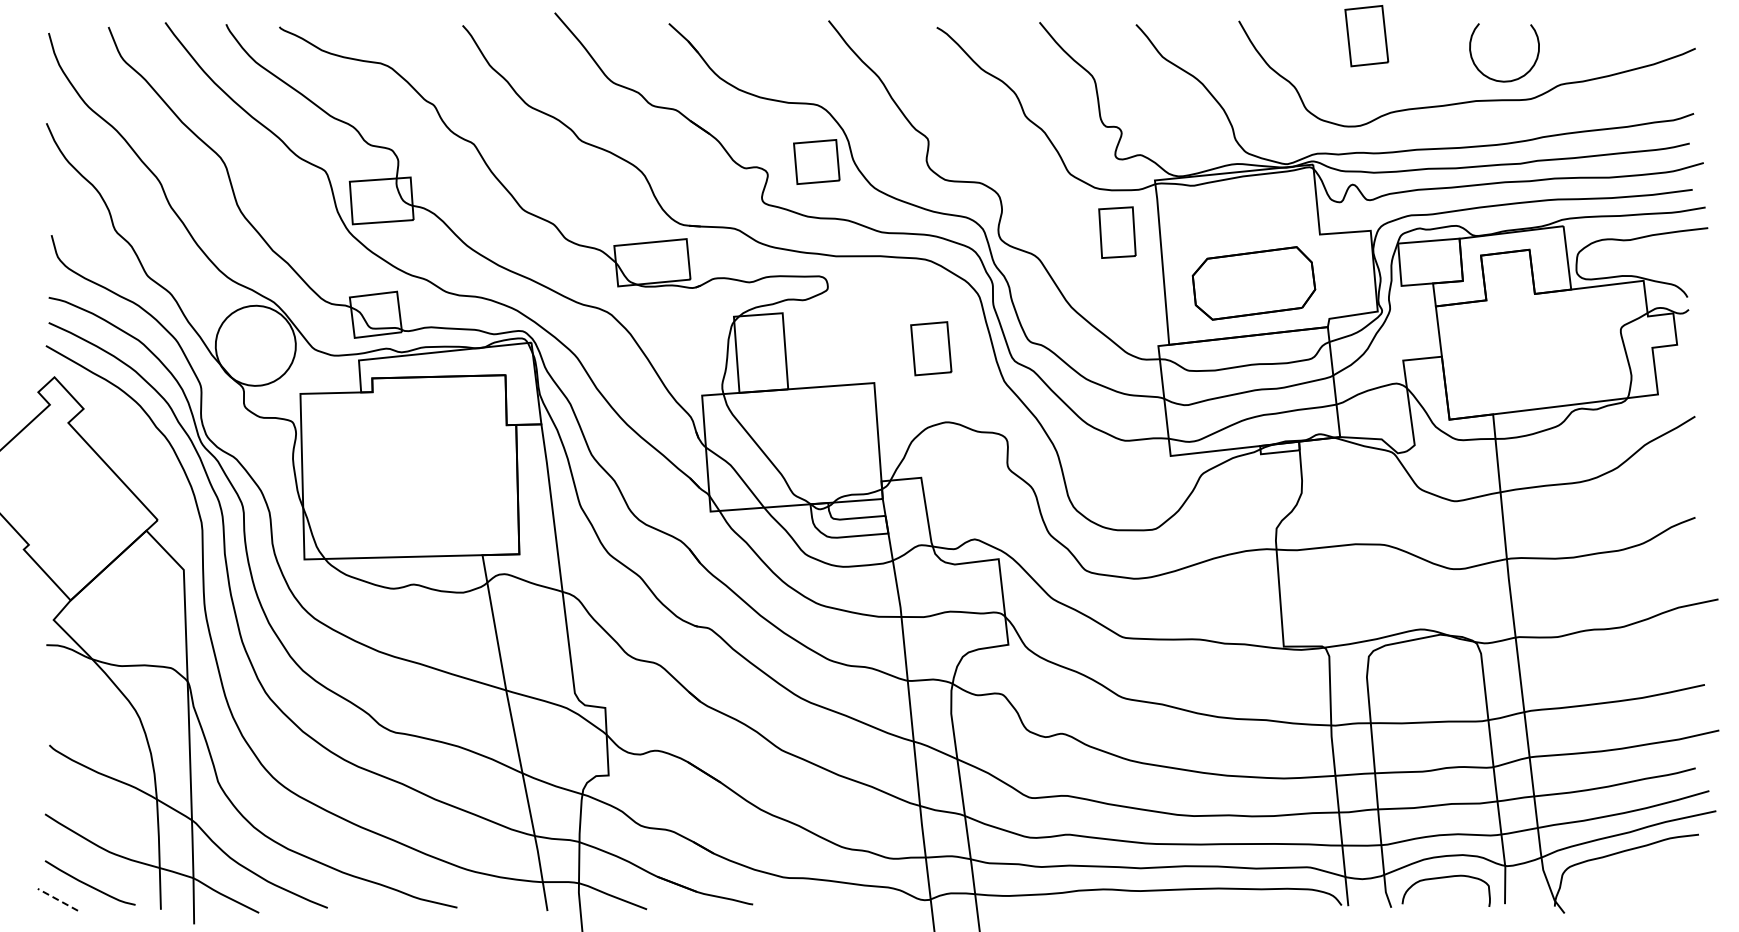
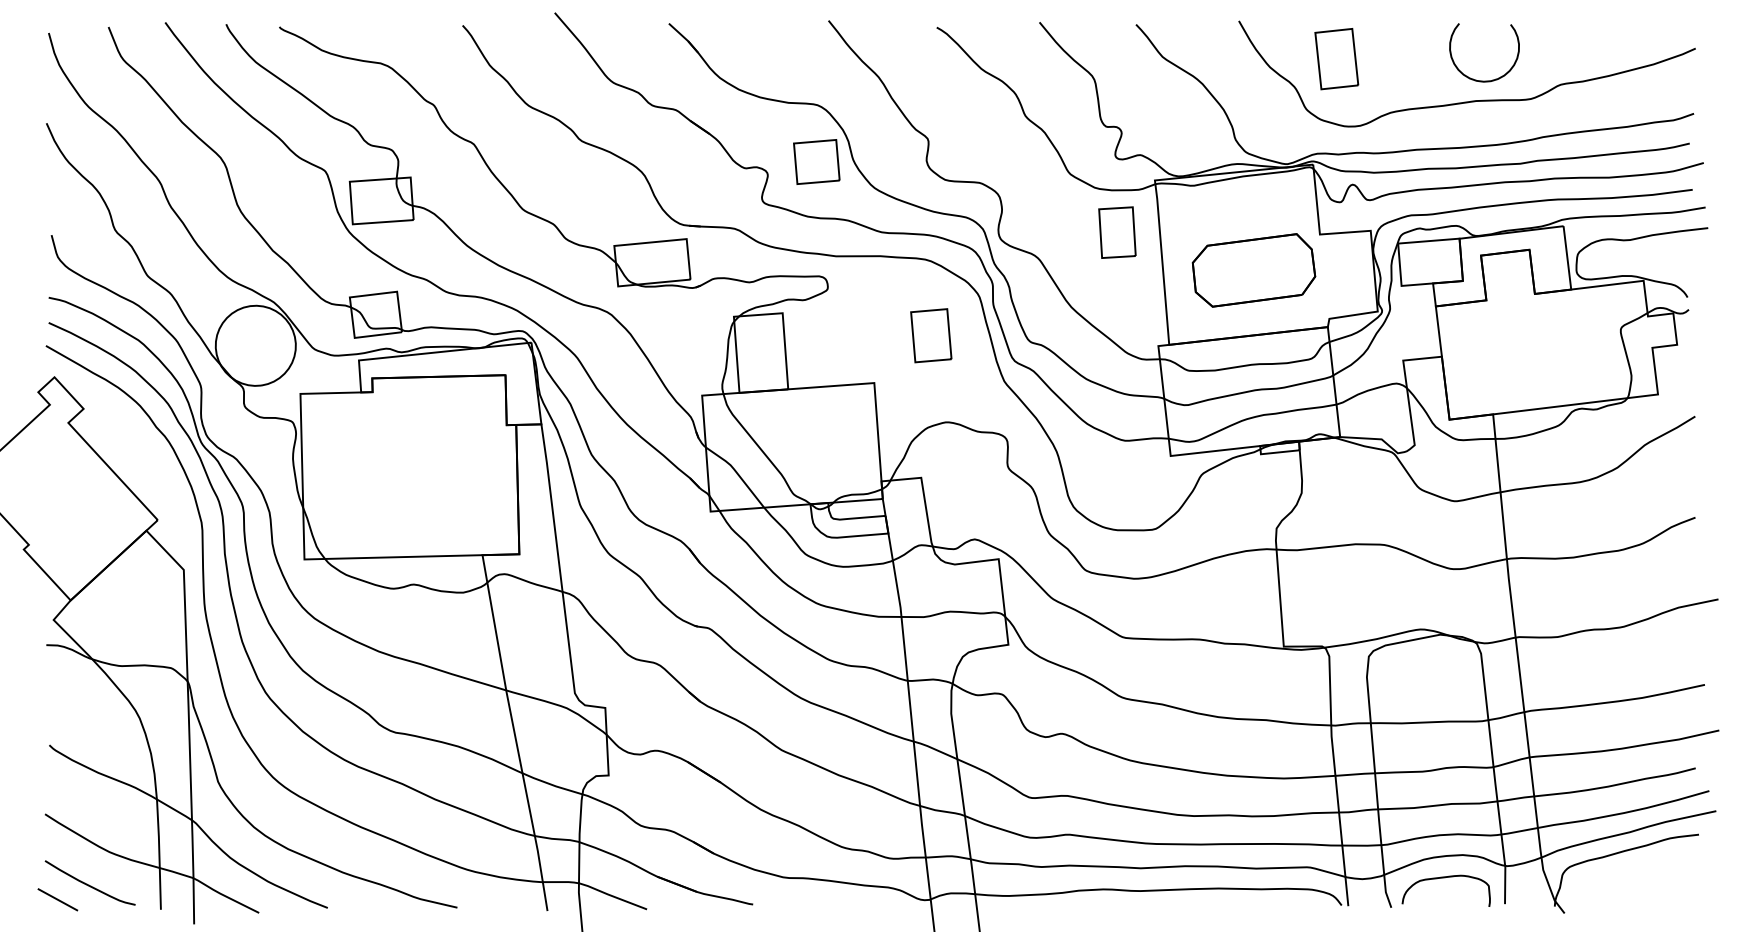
part at (1366, 36) position: (1366, 36) -> (1336, 59)
curve at (1504, 80) position: (1504, 80) -> (1484, 80)
part at (1253, 283) position: (1253, 283) -> (1253, 270)
part at (931, 348) position: (931, 348) -> (931, 335)
line at (57, 899): dashed -> solid
